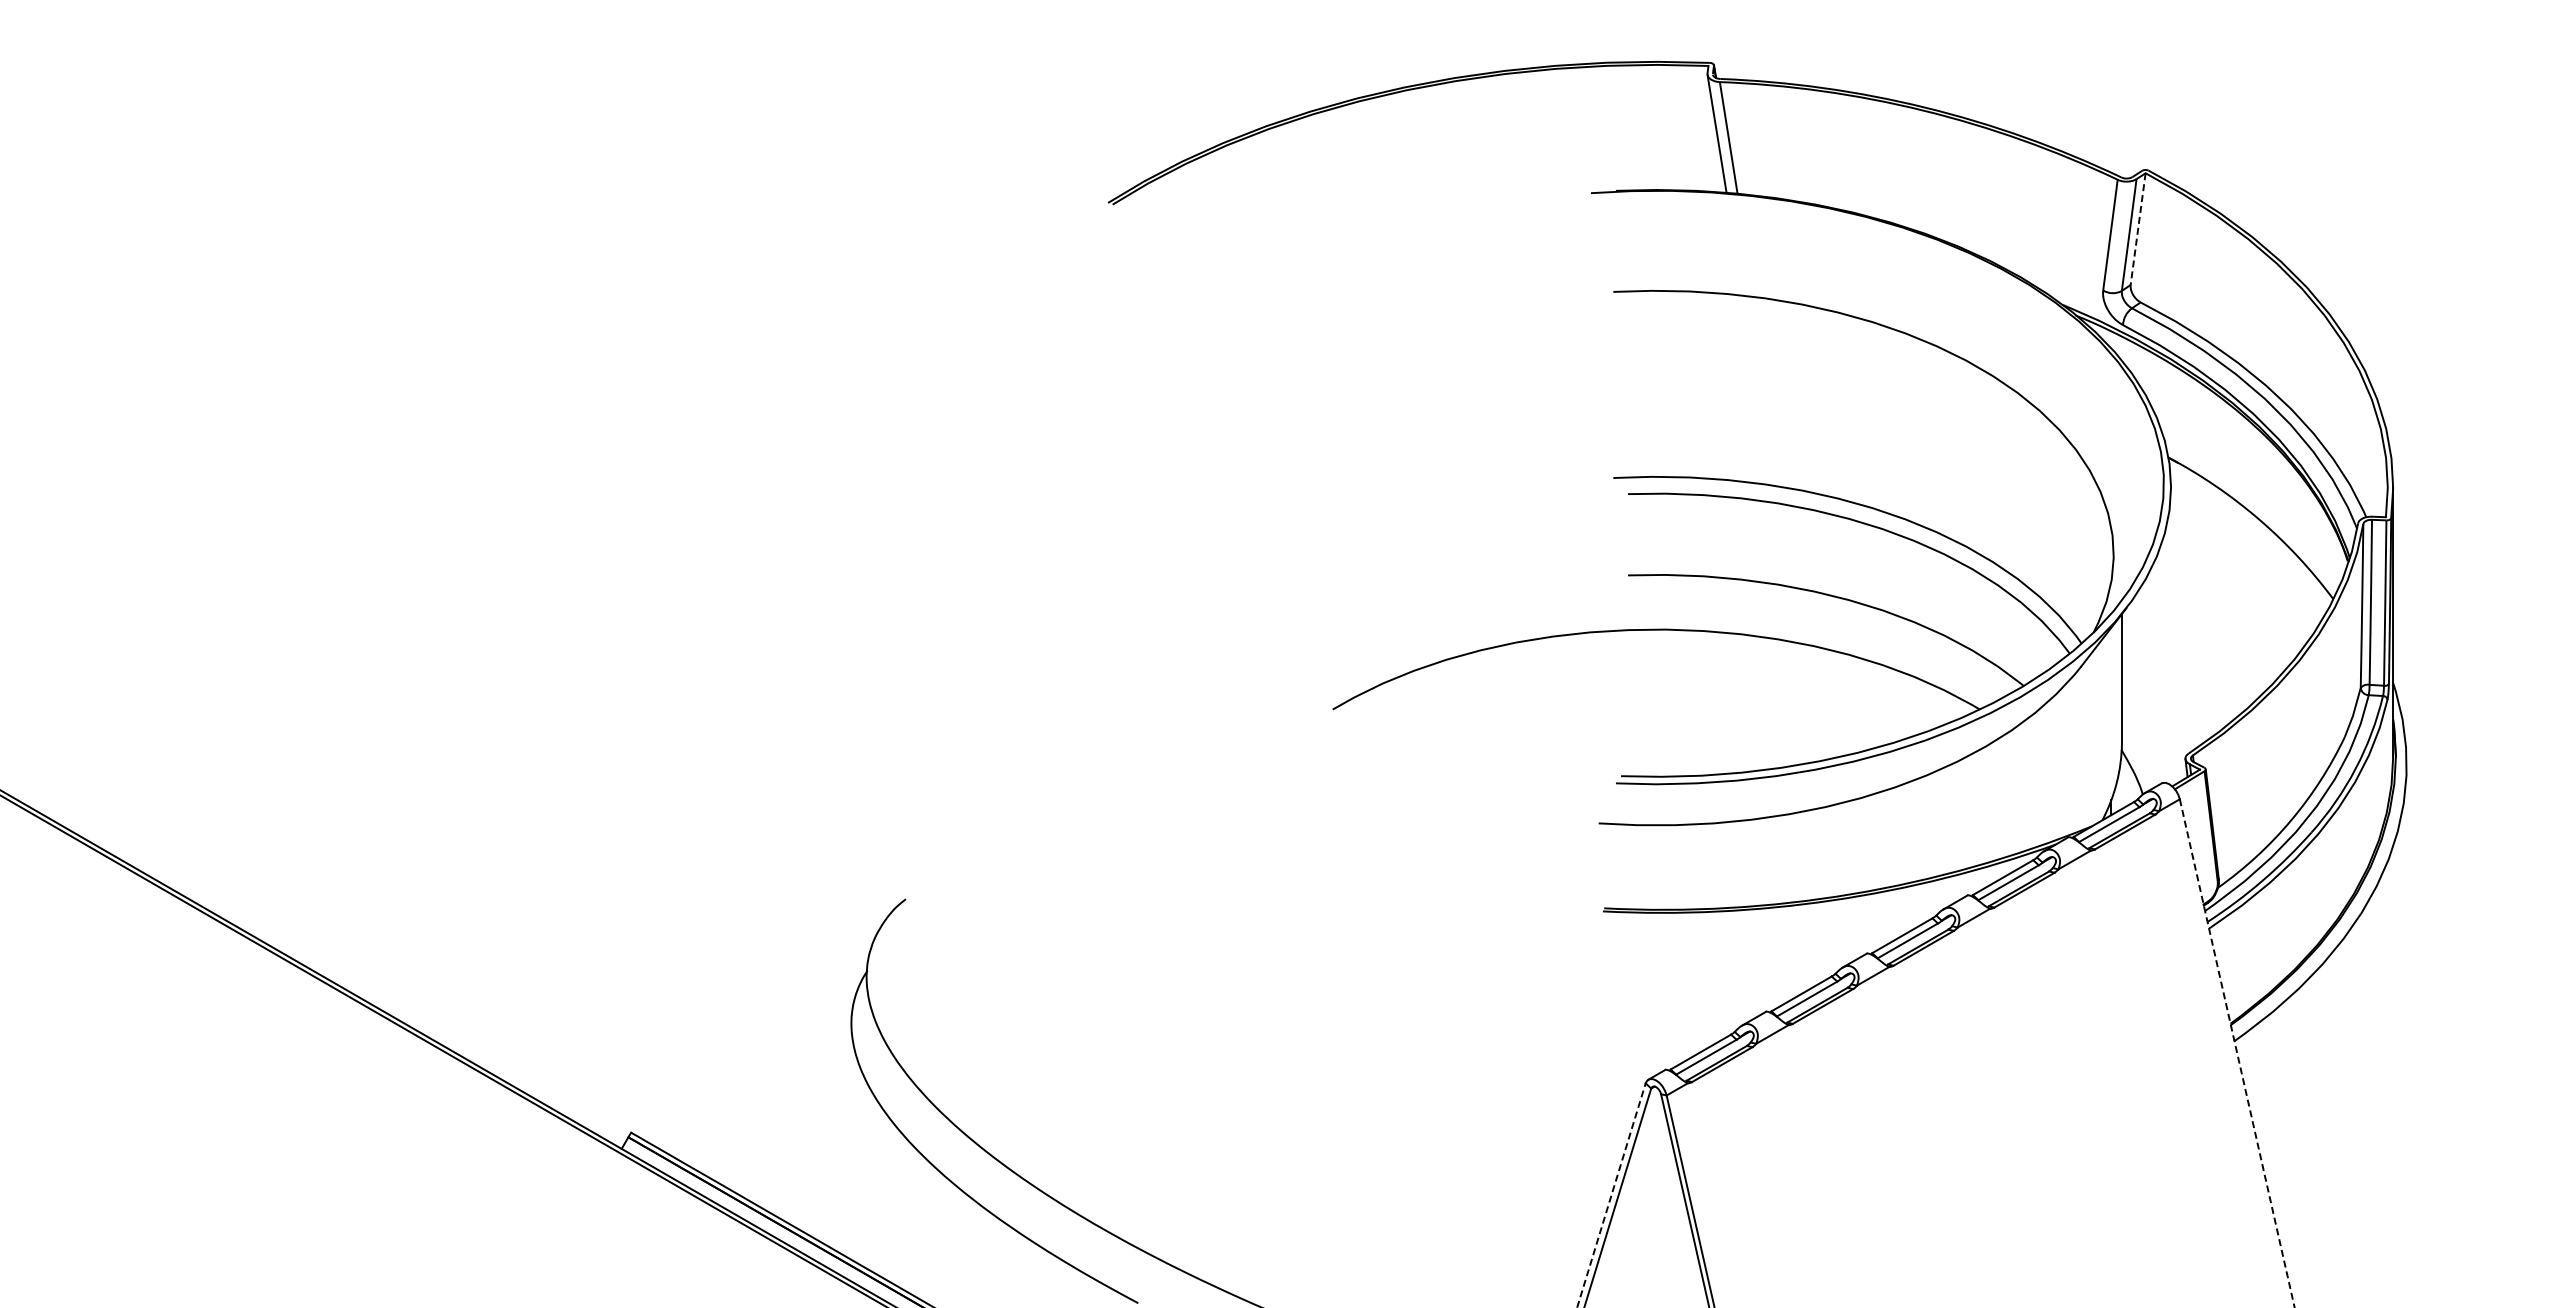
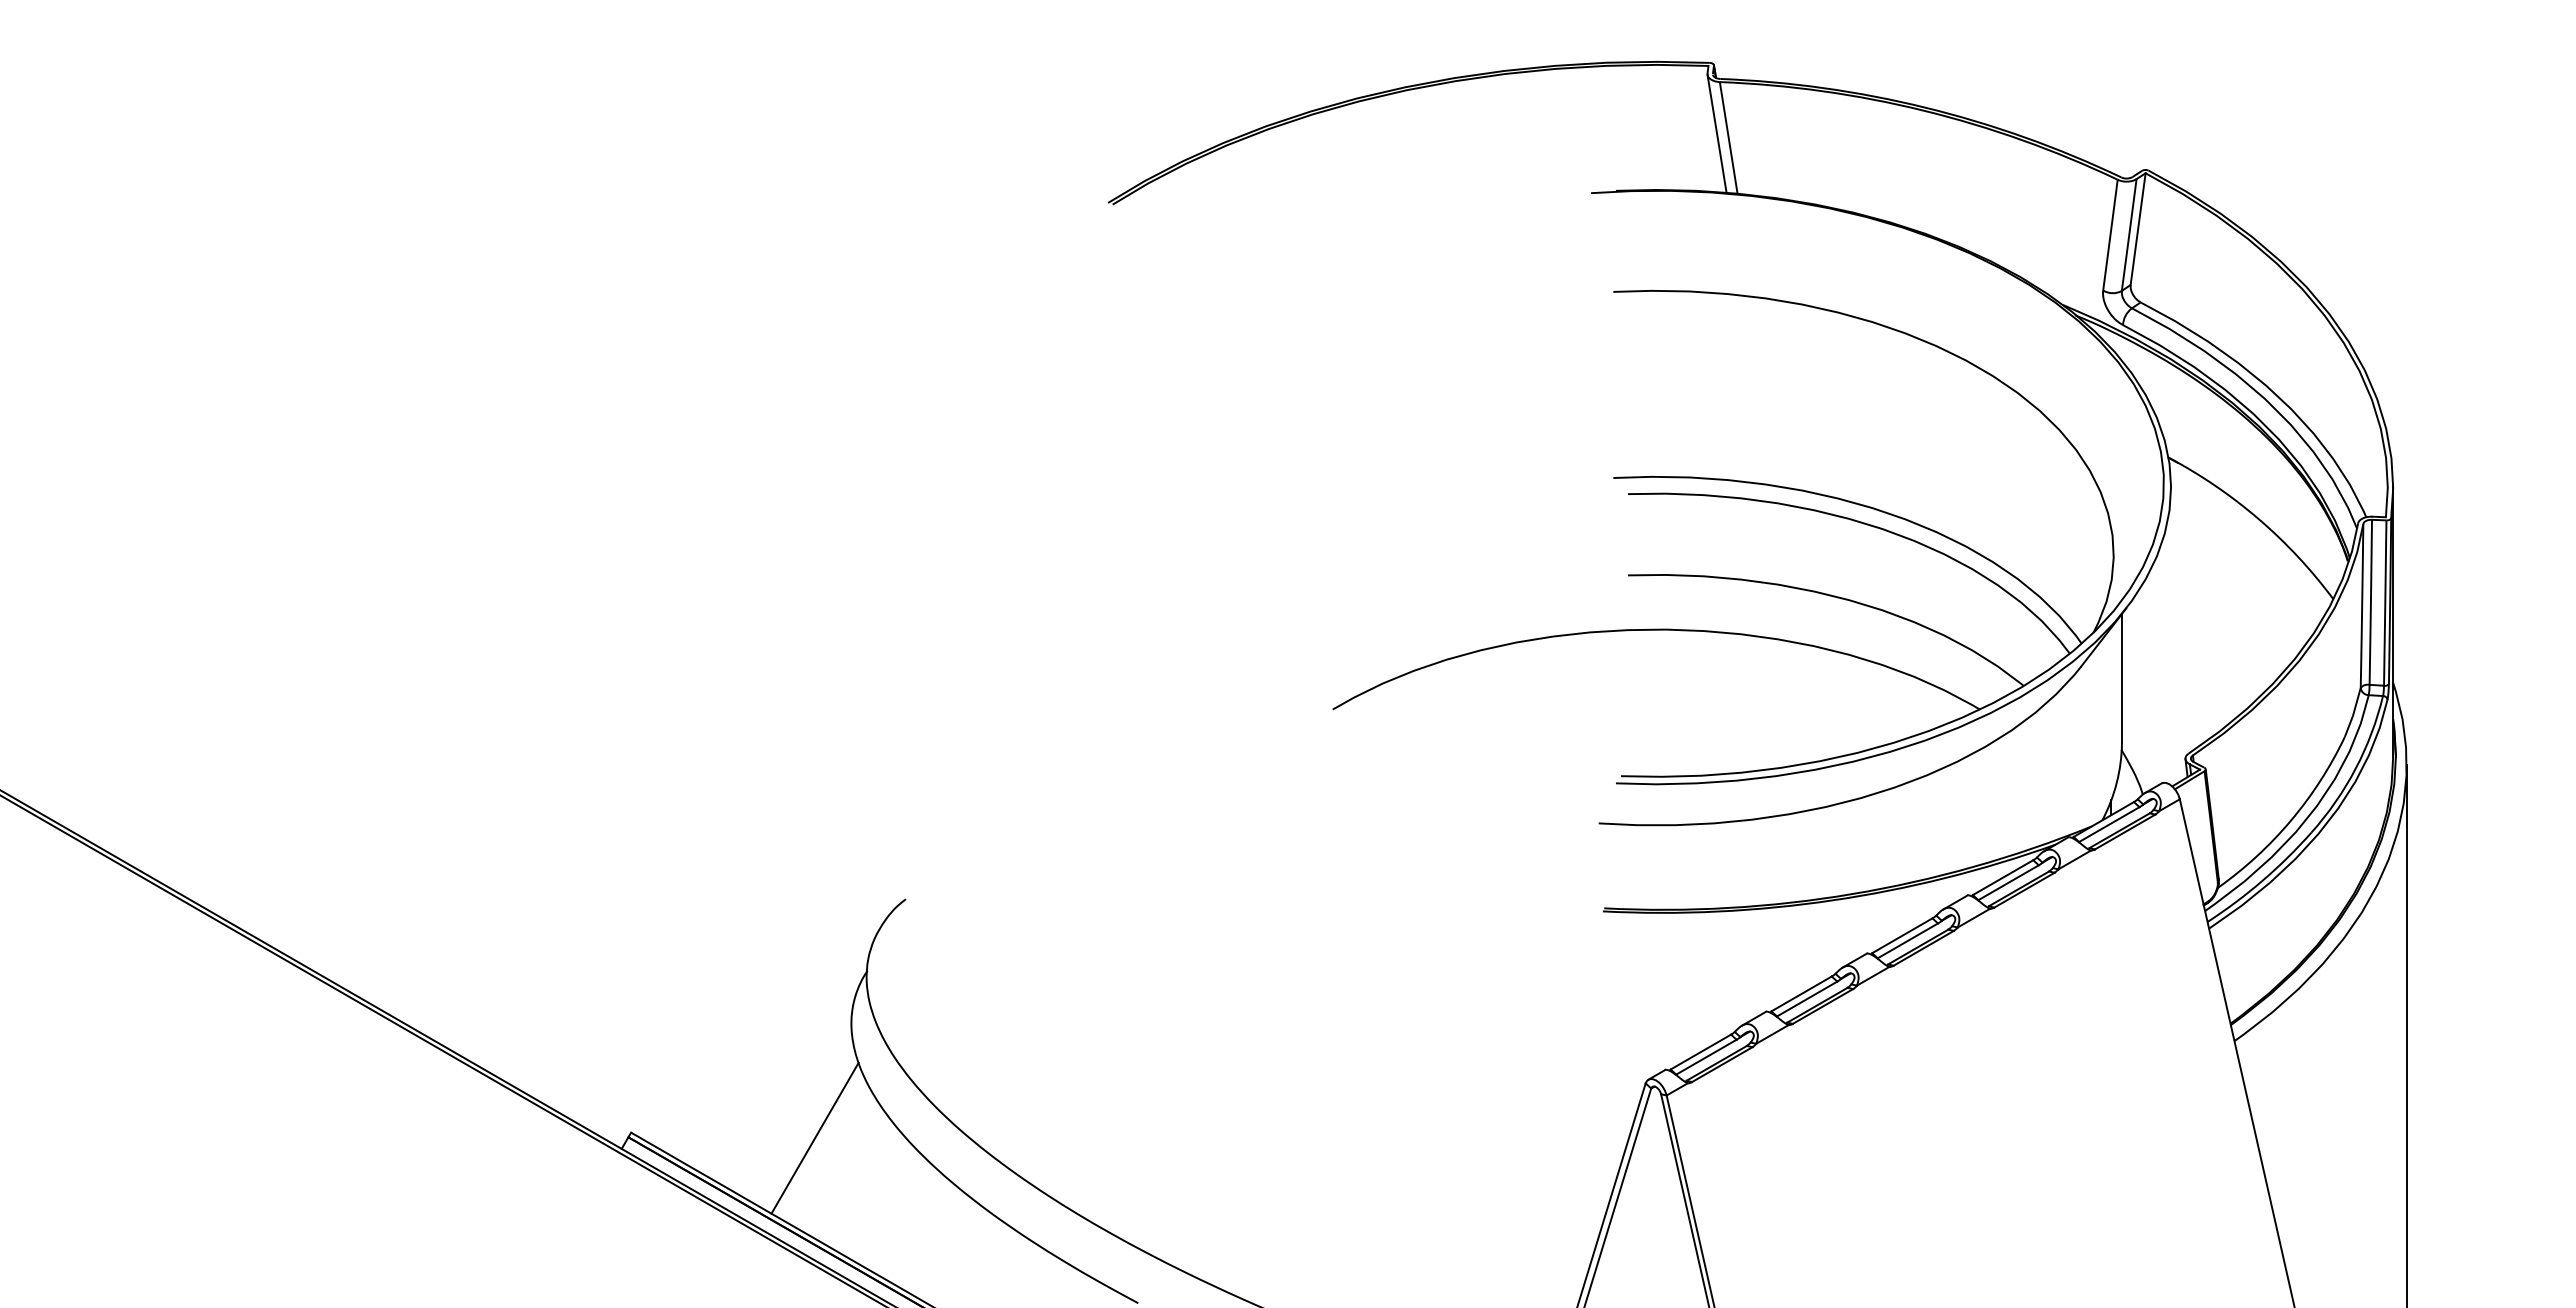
line at (2138, 229): dashed -> solid
line at (2406, 1034): none -> present
line at (2237, 1053): dashed -> solid
line at (814, 1137): none -> present
line at (1611, 1195): dashed -> solid
